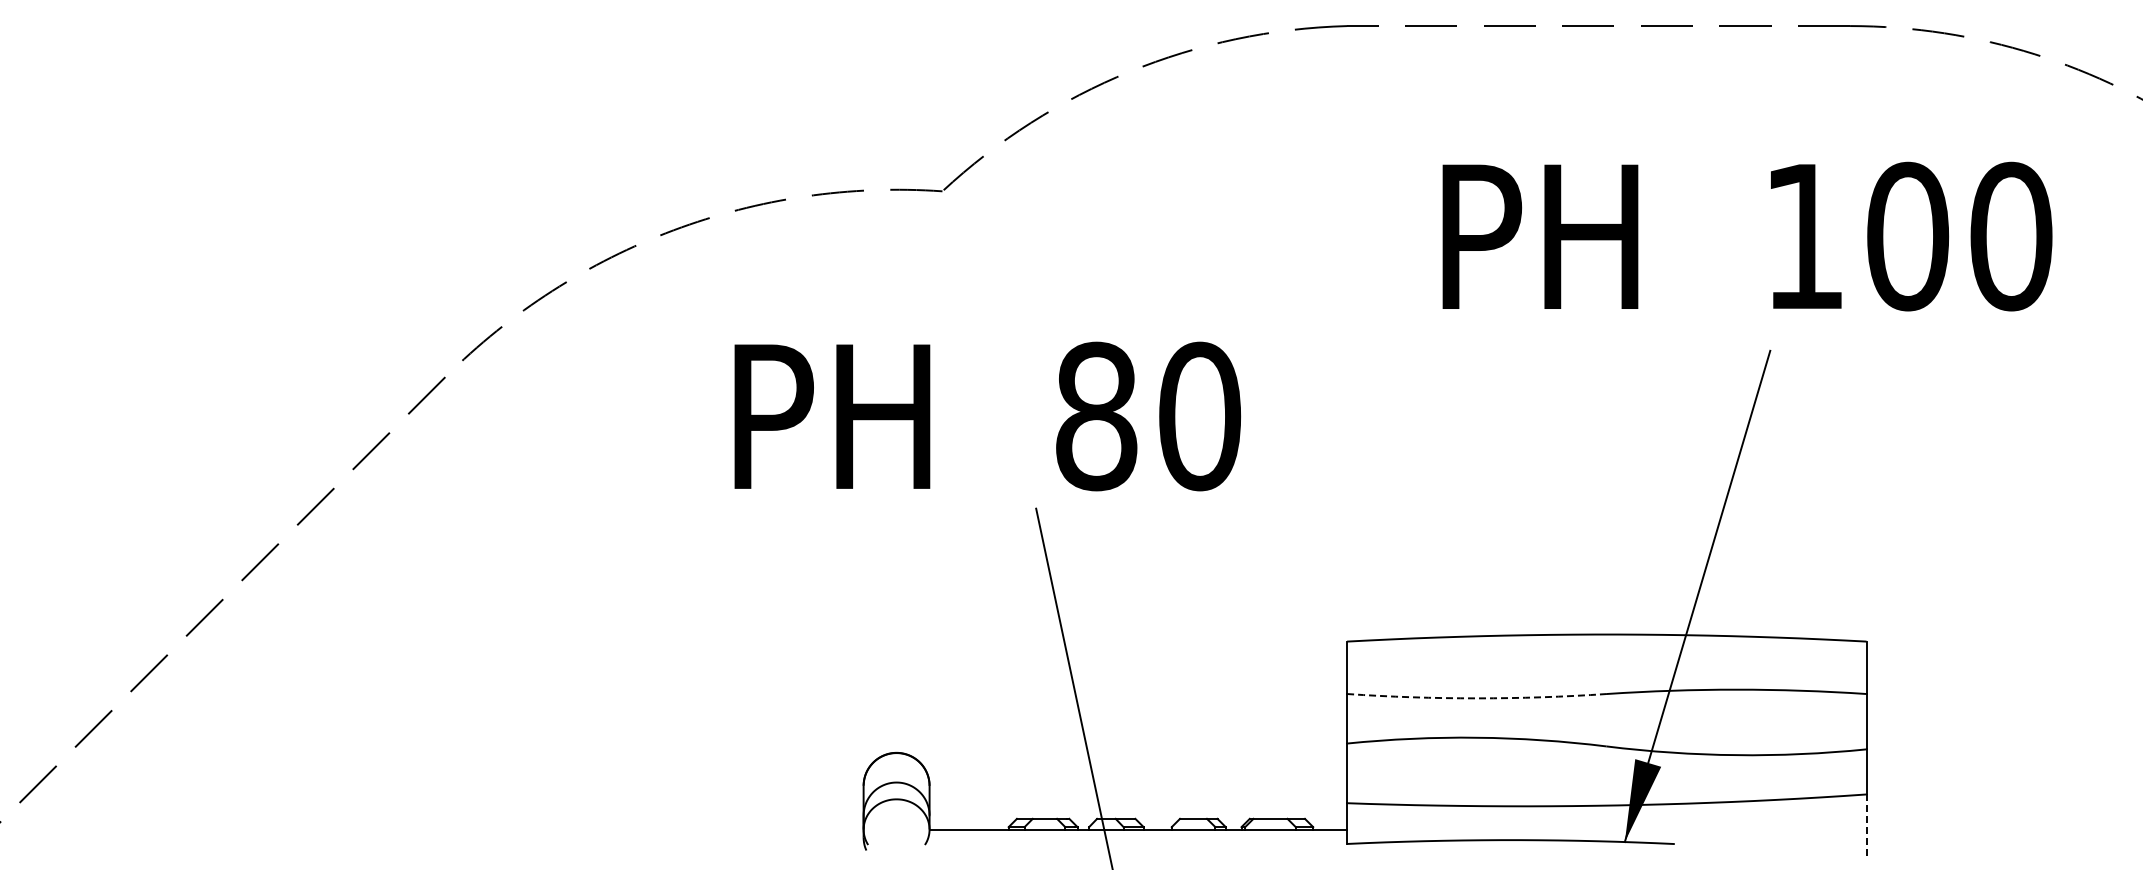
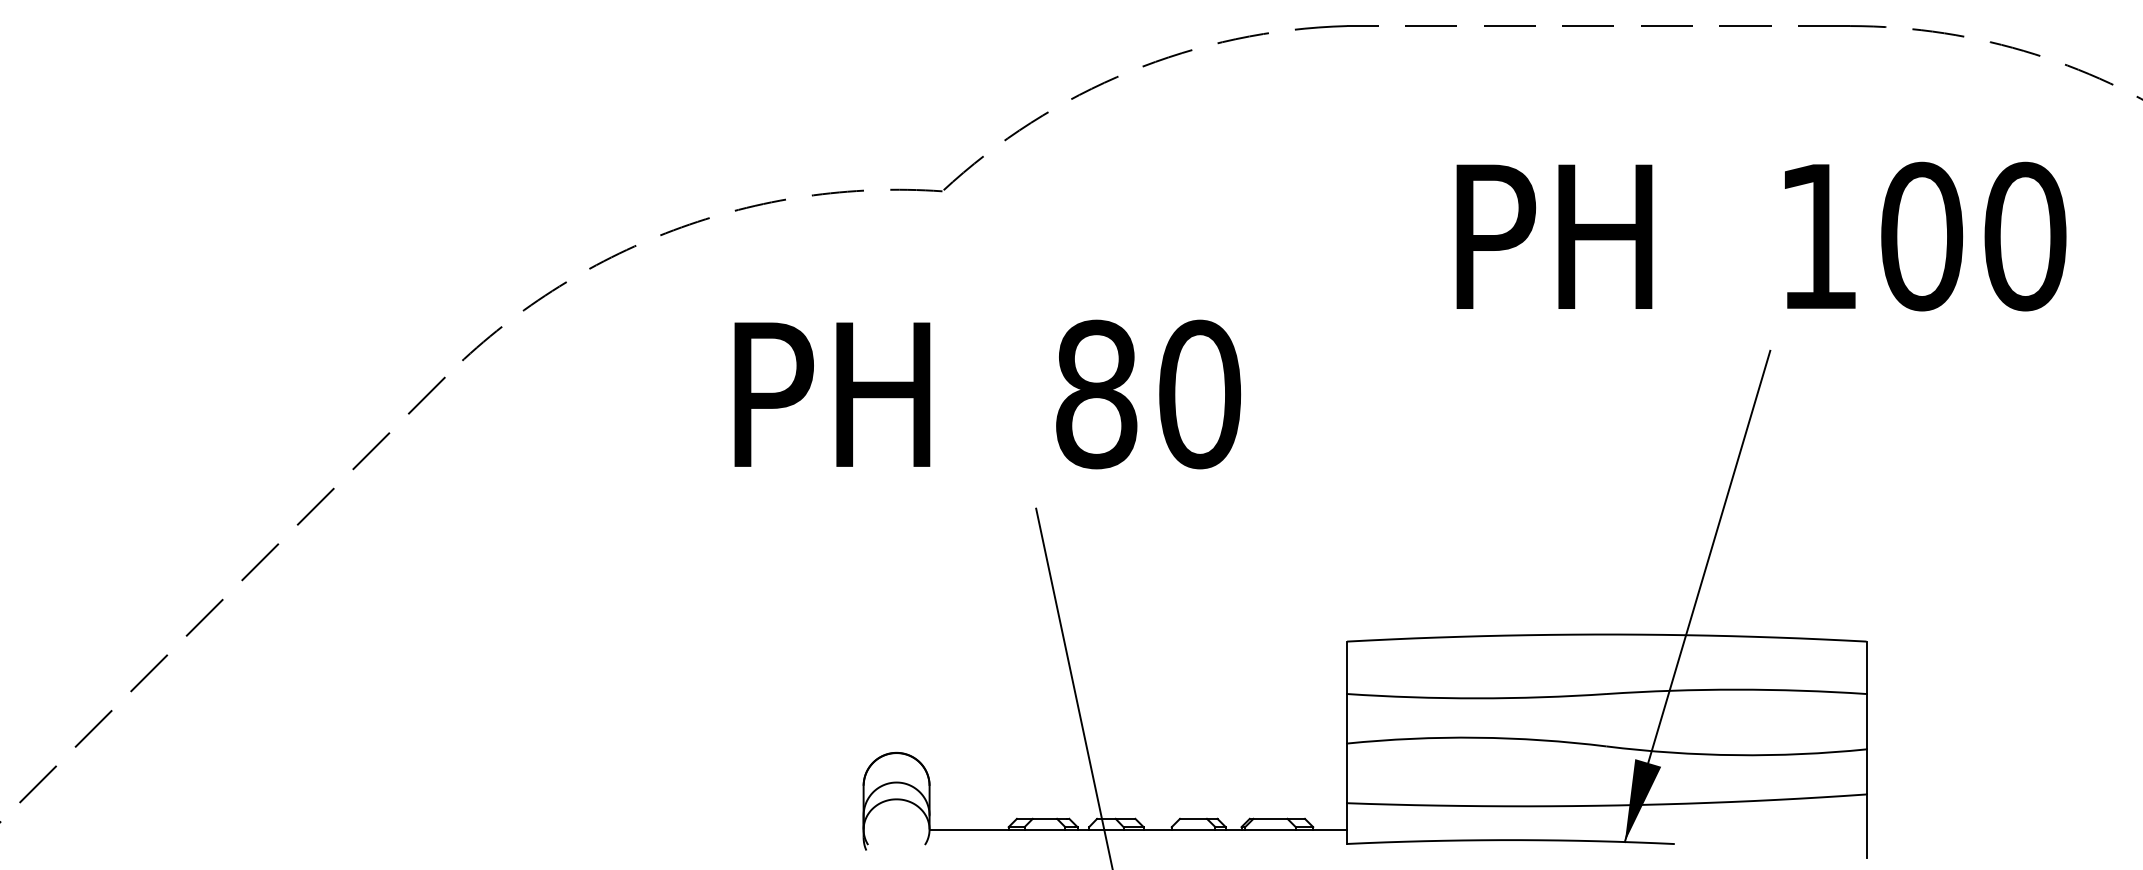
text at (1747, 236) position: (1747, 236) -> (1761, 236)
text at (987, 416) position: (987, 416) -> (987, 394)
arc at (1477, 698): dashed -> solid
line at (1866, 826): dashed -> solid
